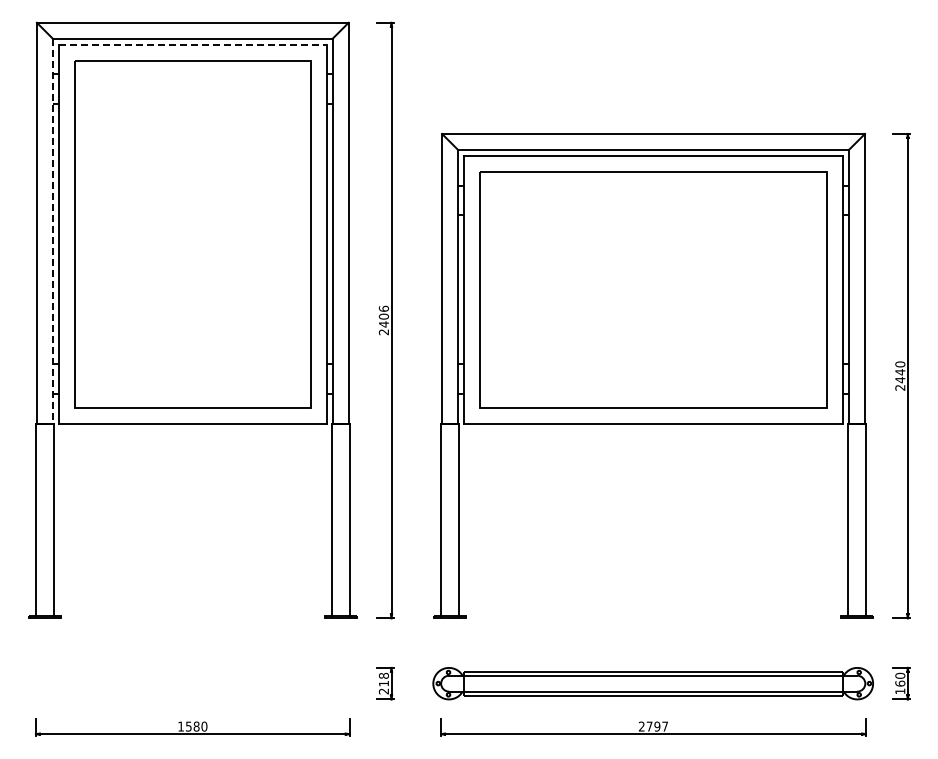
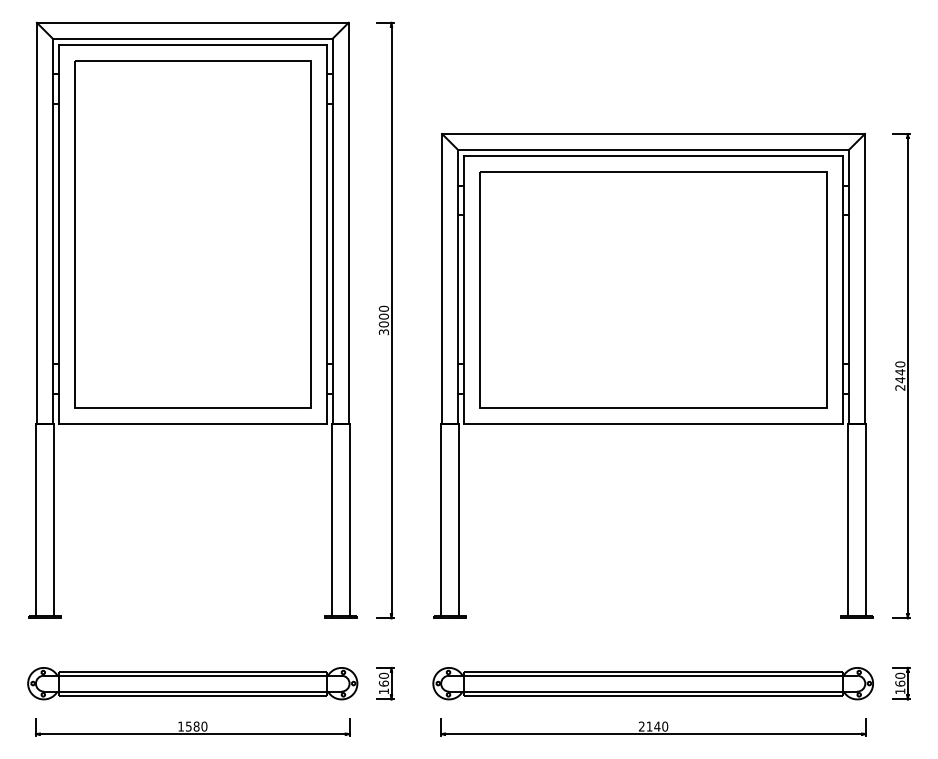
line at (192, 44): dashed -> solid
line at (52, 231): dashed -> solid
text at (383, 320): 2406 -> 3000
part at (192, 683): none -> present
text at (383, 683): 218 -> 160
text at (657, 726): 2797 -> 2140
